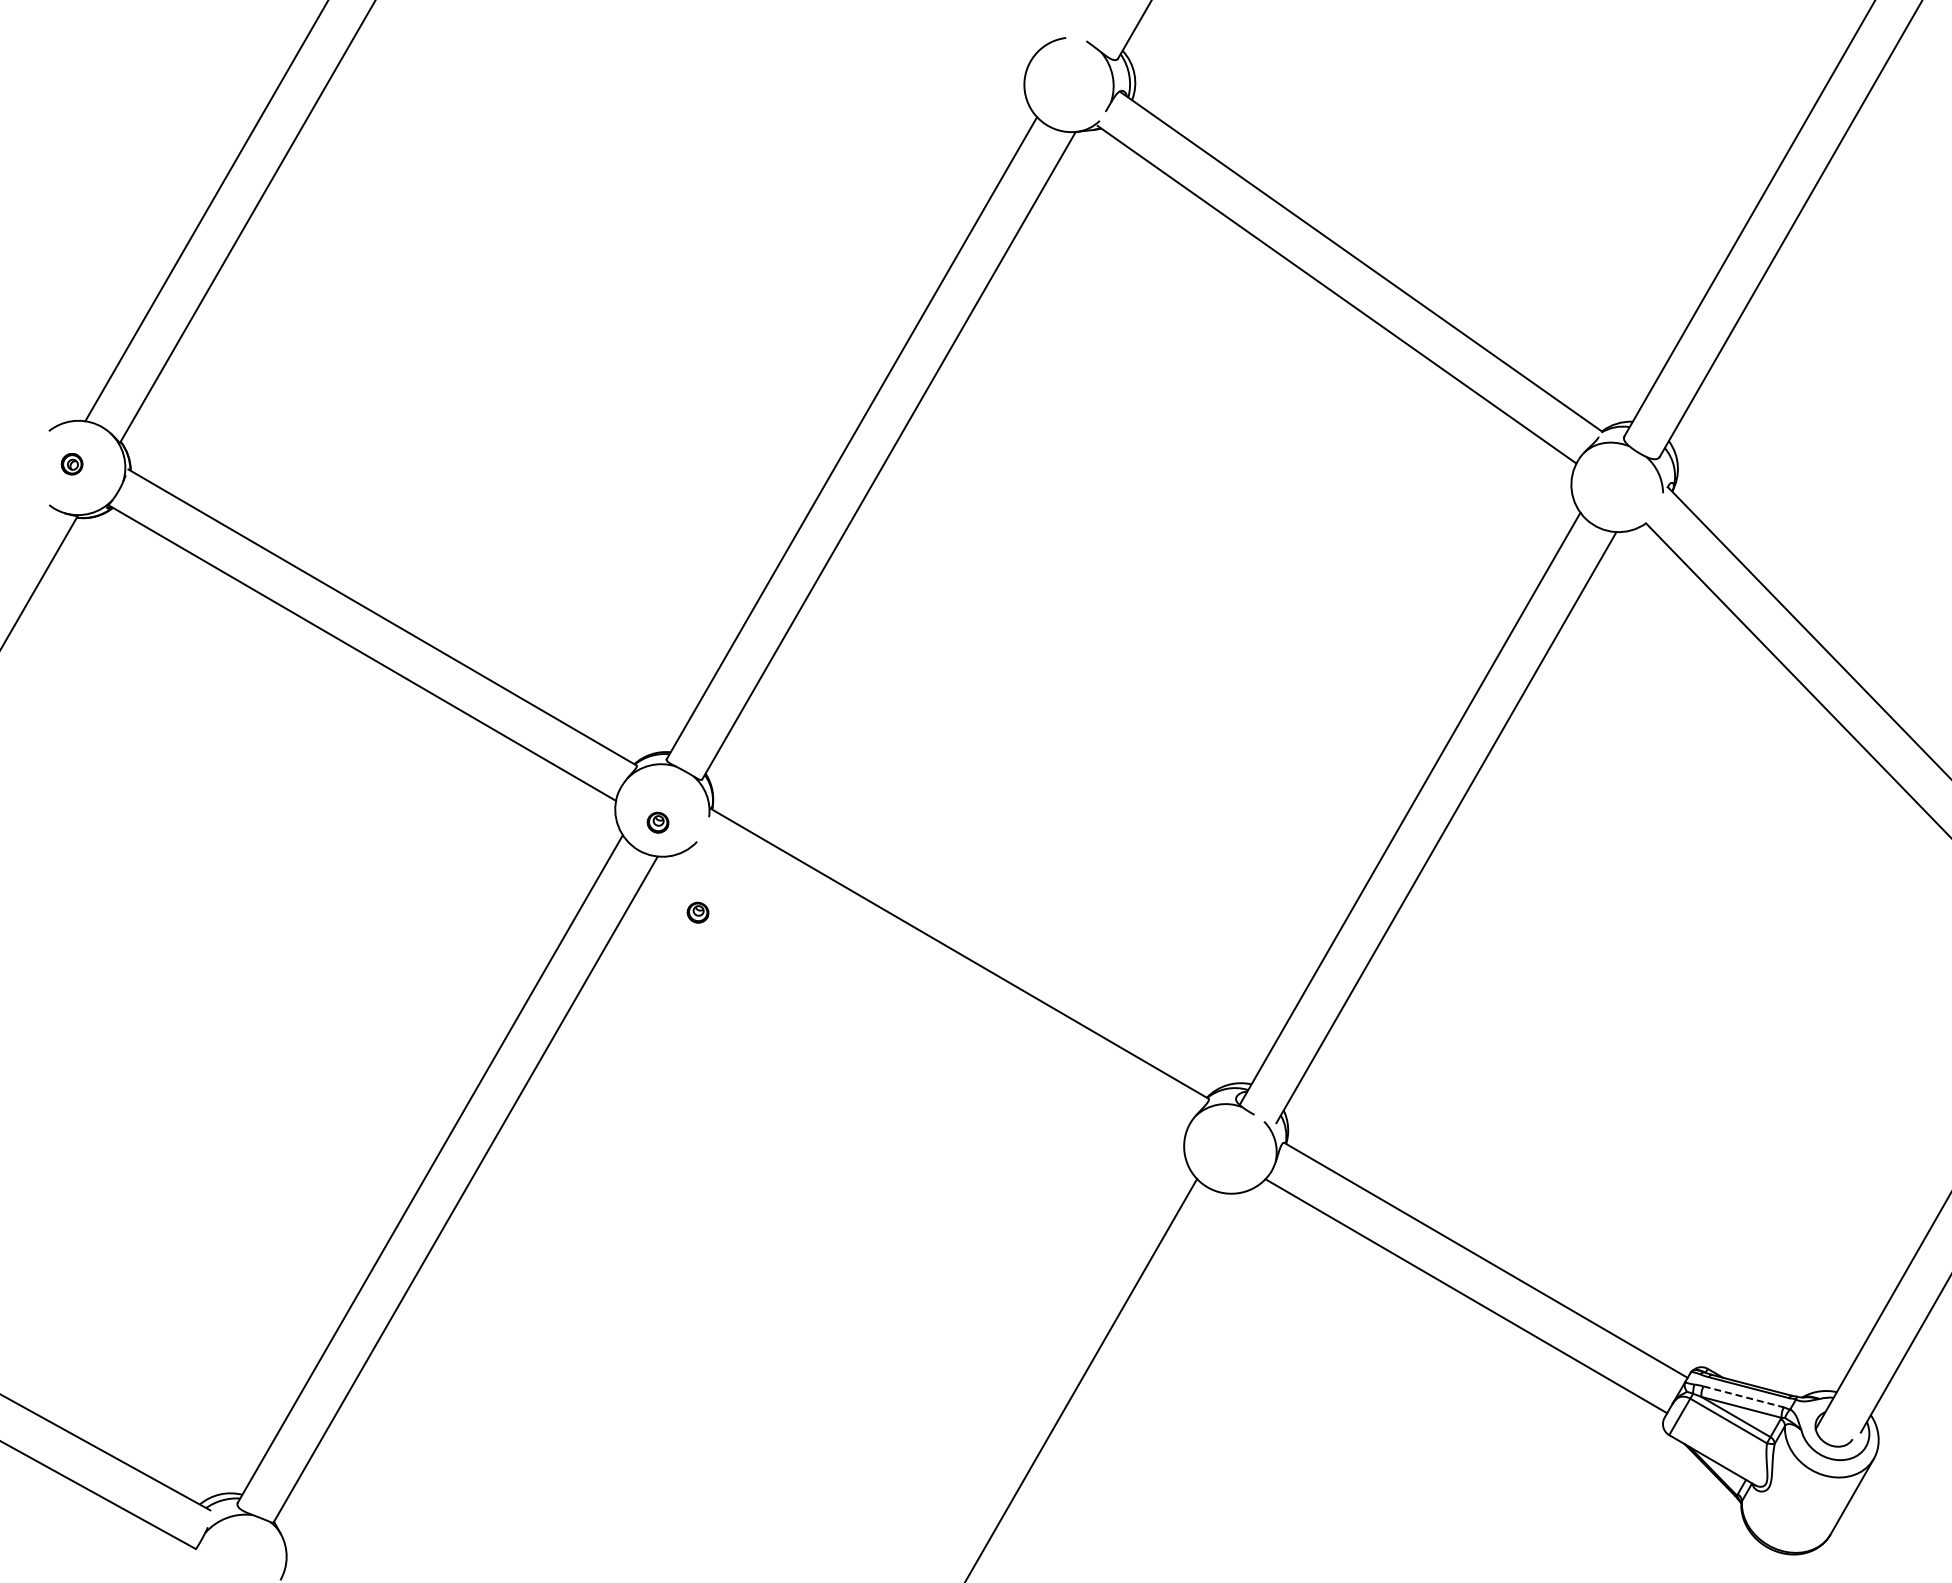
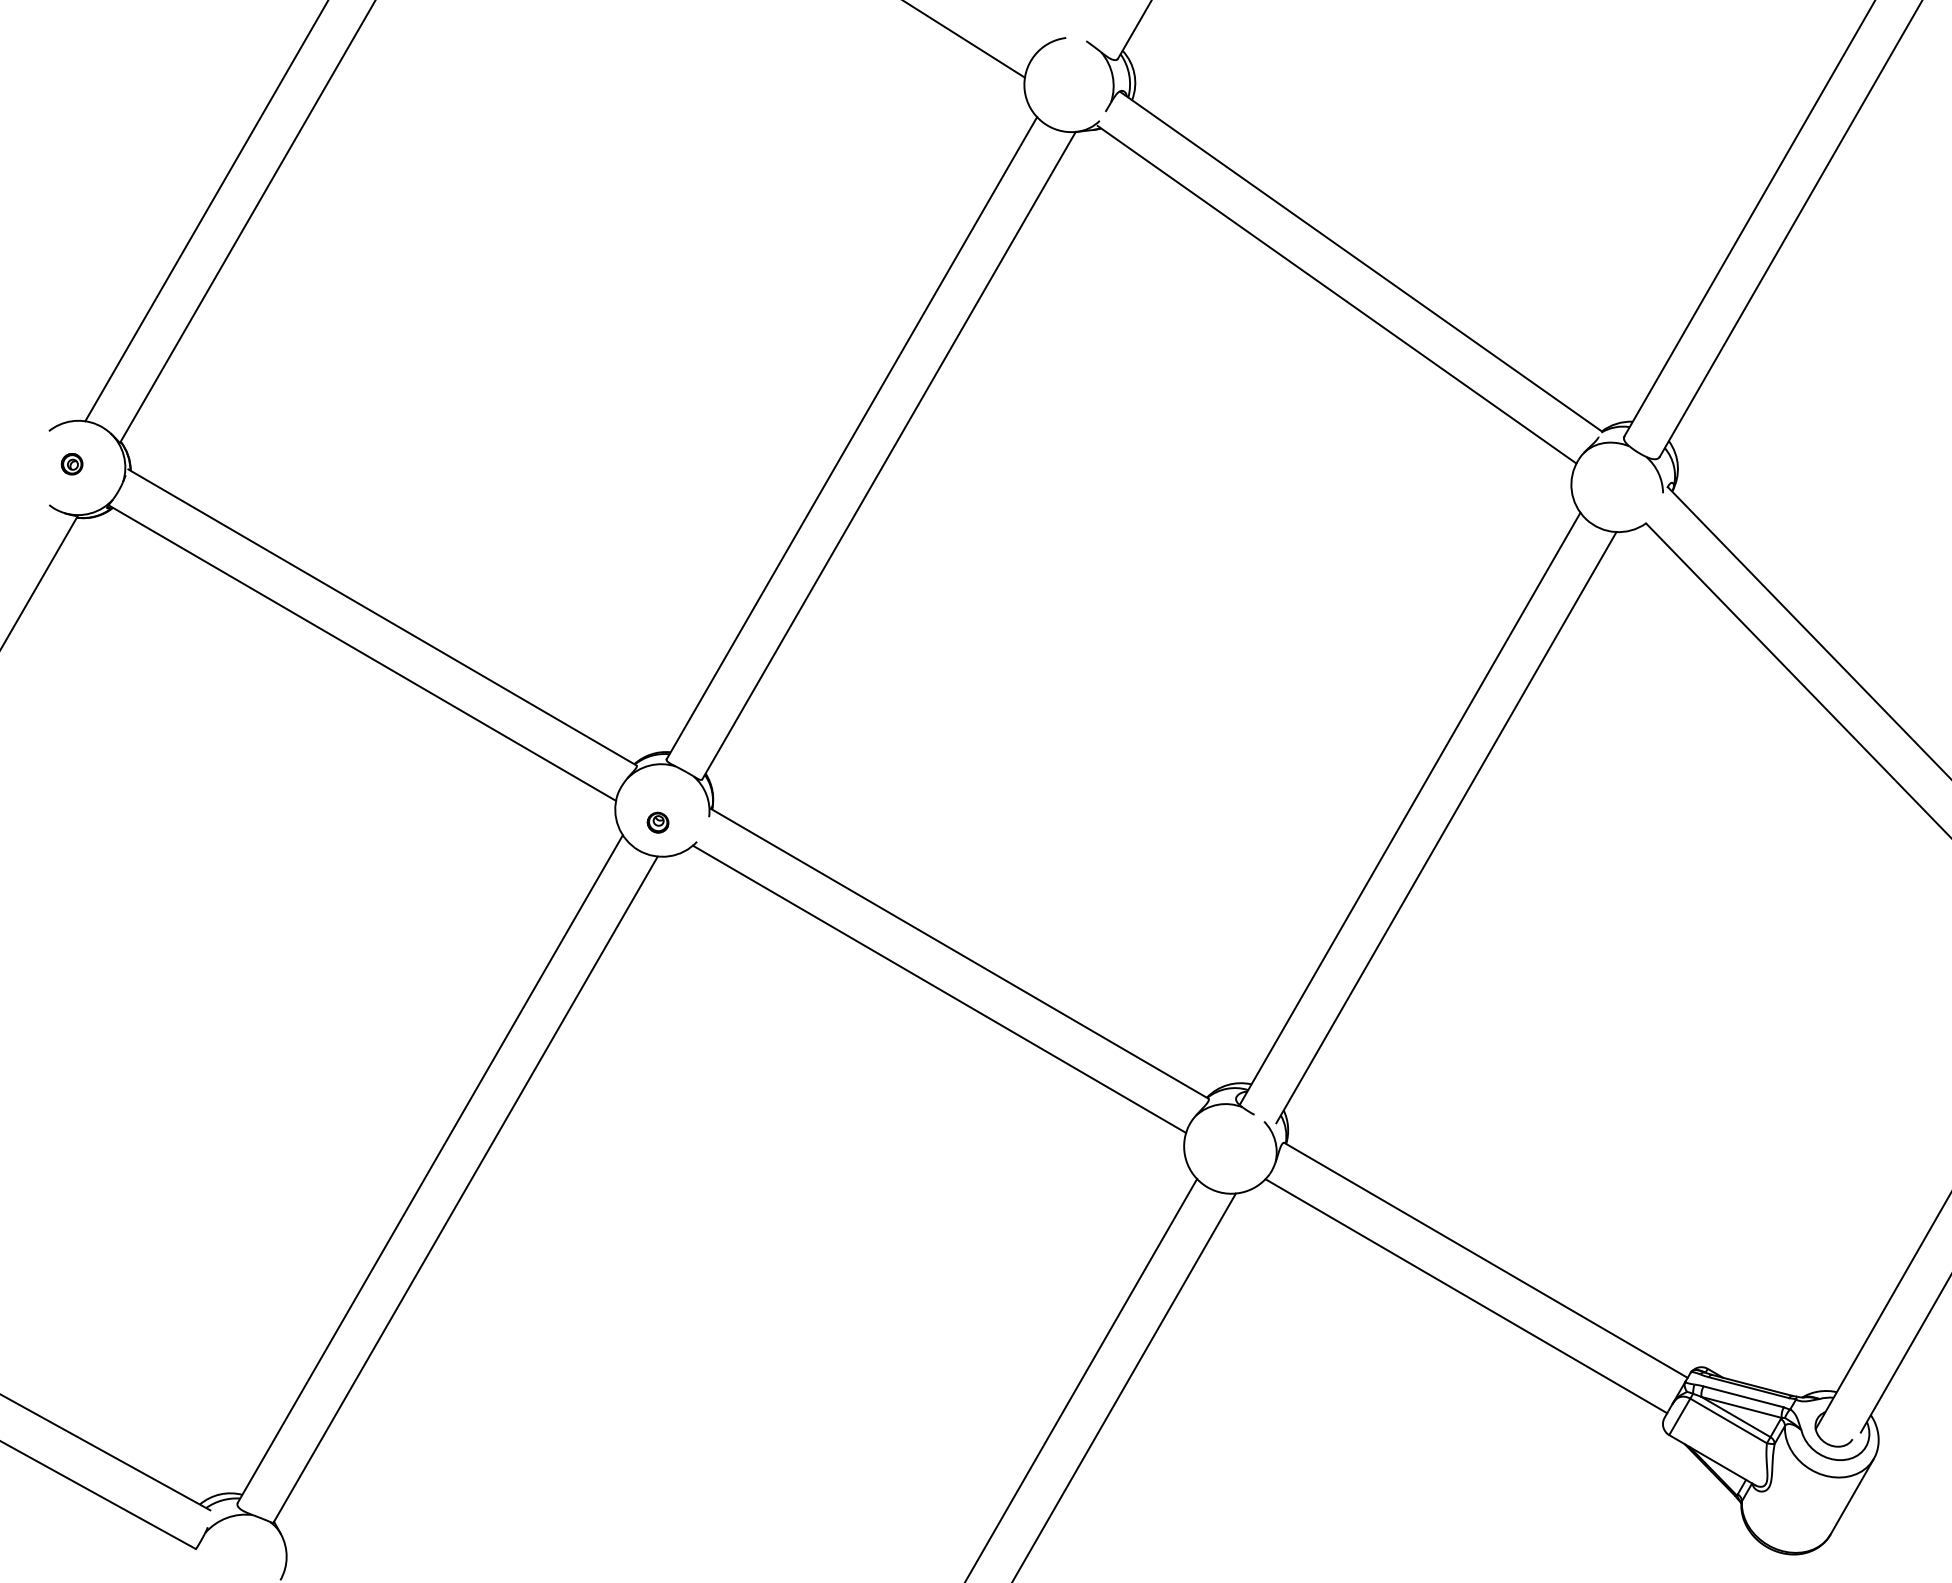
line at (964, 39): none -> present
part at (697, 912): present -> none
line at (939, 988): none -> present
line at (1124, 1386): none -> present
line at (1744, 1397): dashed -> solid
